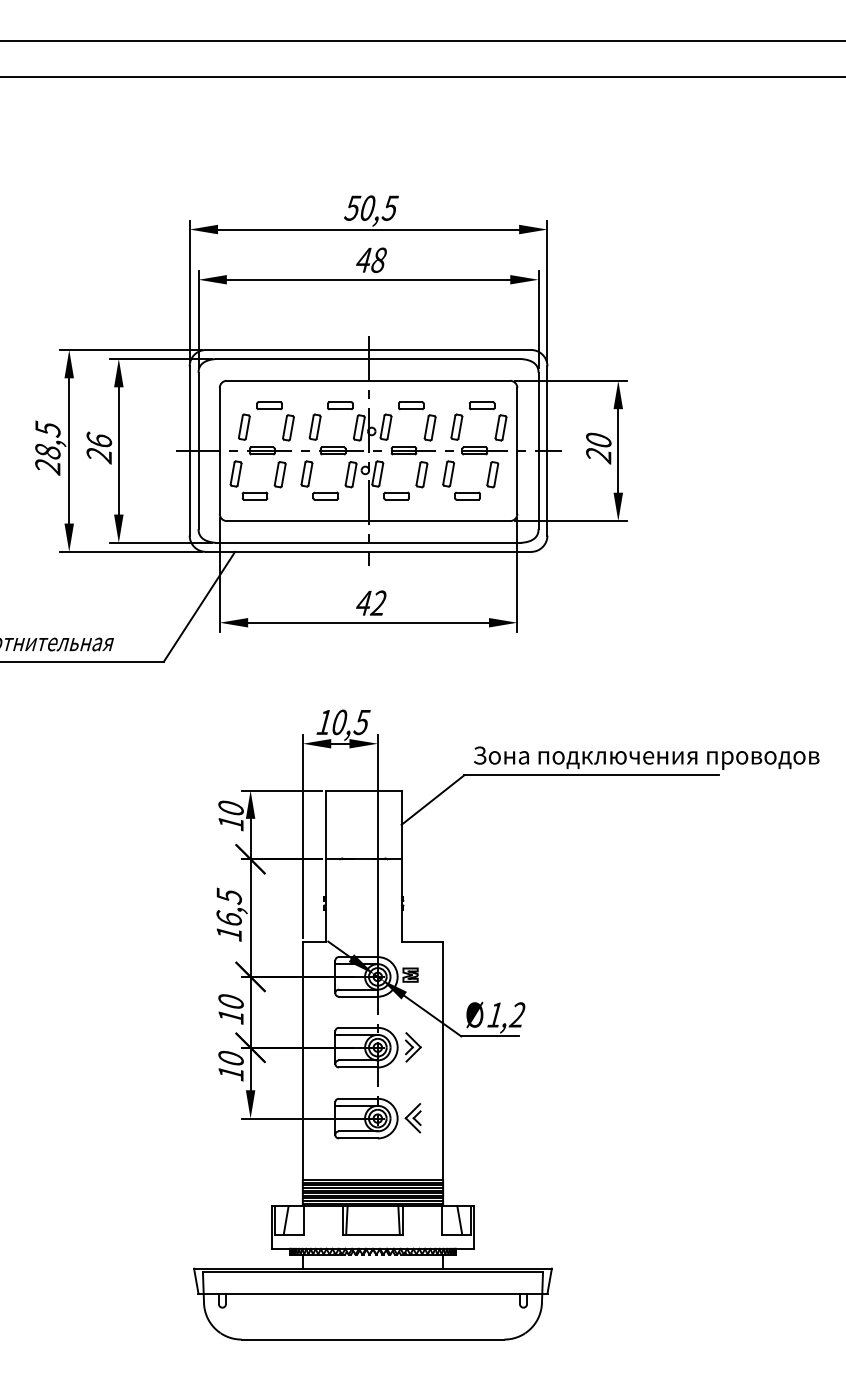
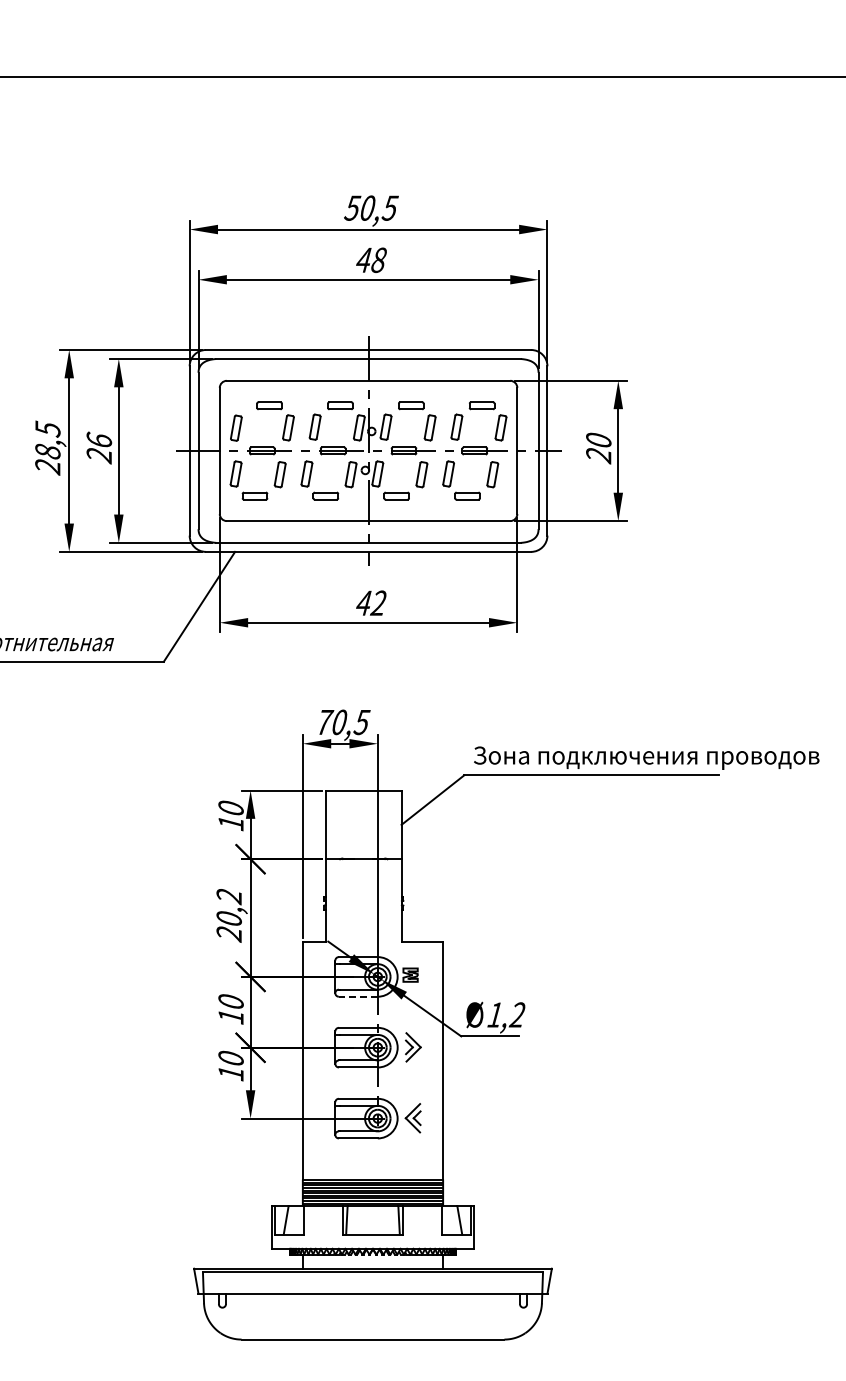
line at (422, 41): present -> none
part at (244, 426) position: (244, 426) -> (236, 427)
text at (325, 722): 10,5 -> 70,5
text at (228, 914): 16,5 -> 20,2
line at (357, 996): solid -> dashed
